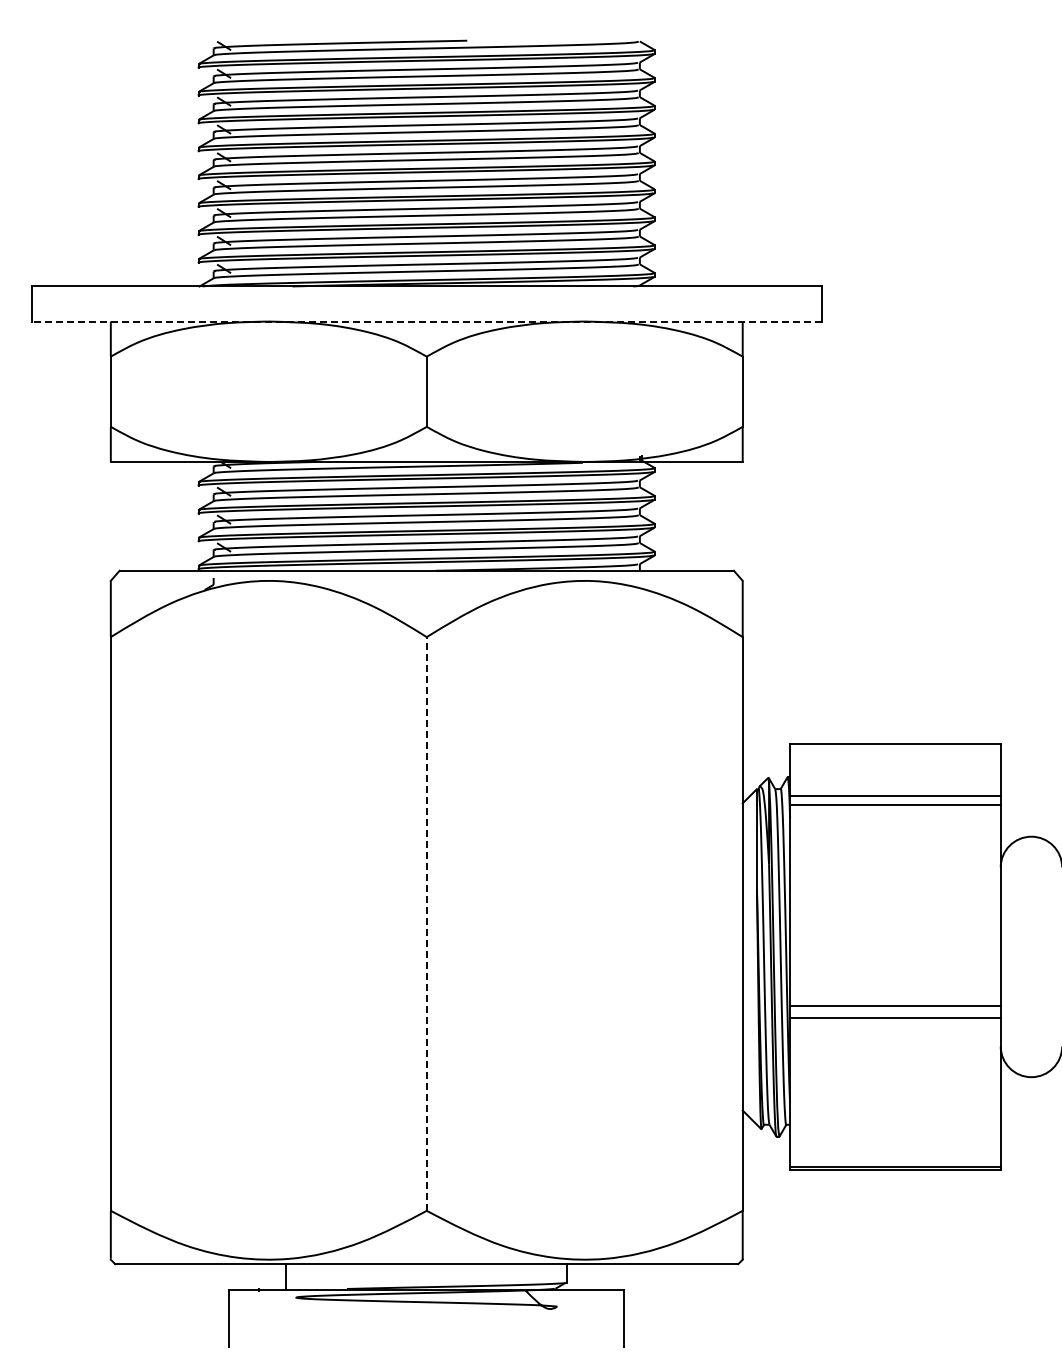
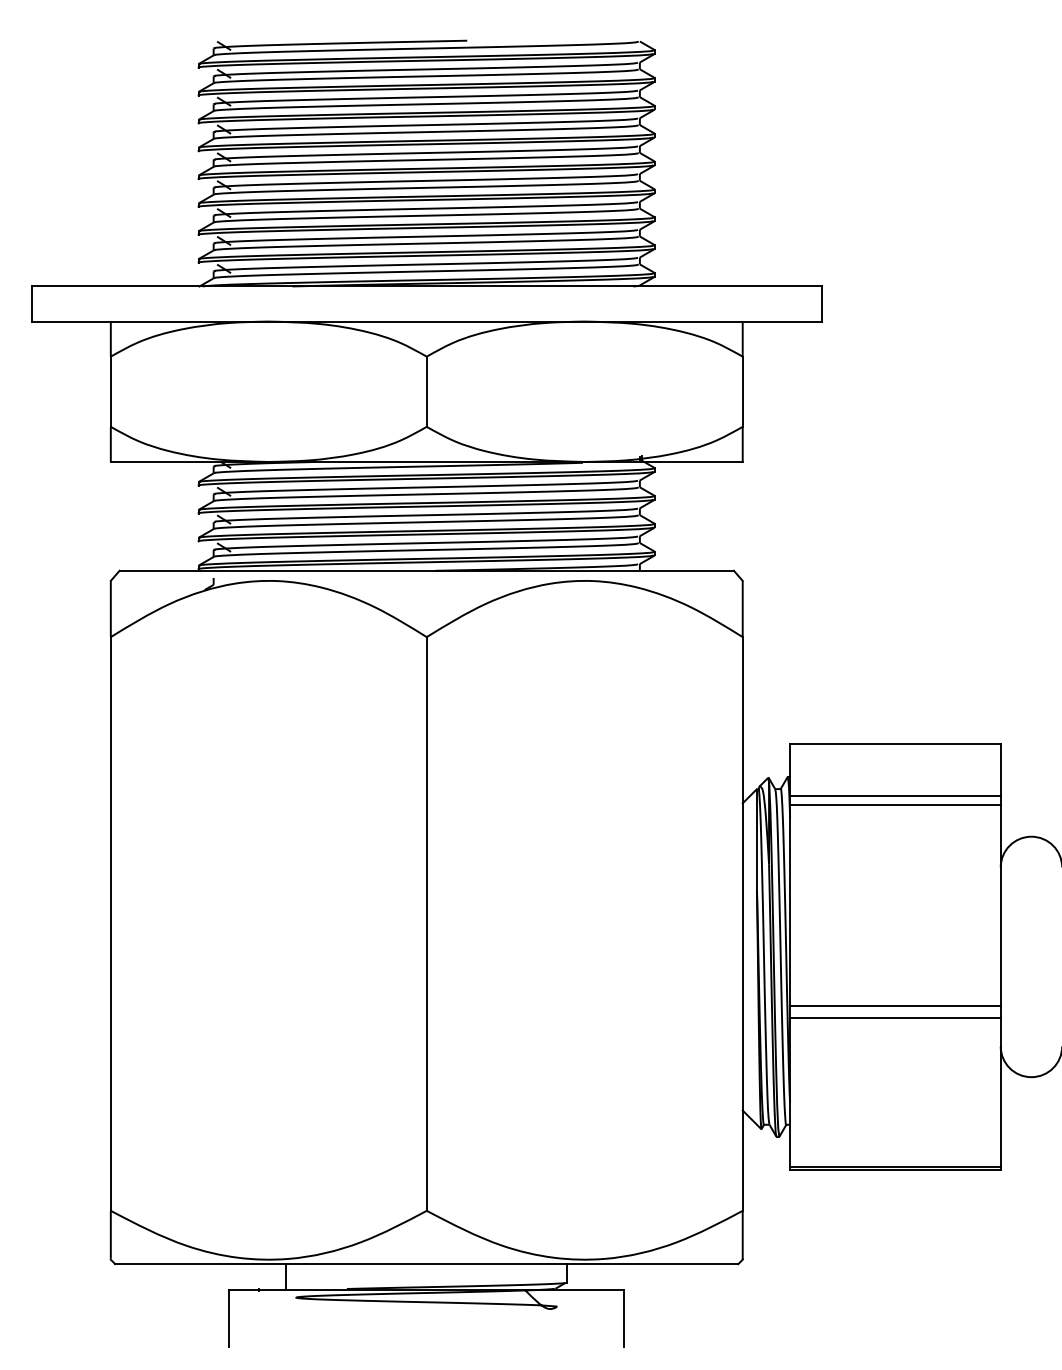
line at (426, 321): dashed -> solid
line at (426, 923): dashed -> solid
